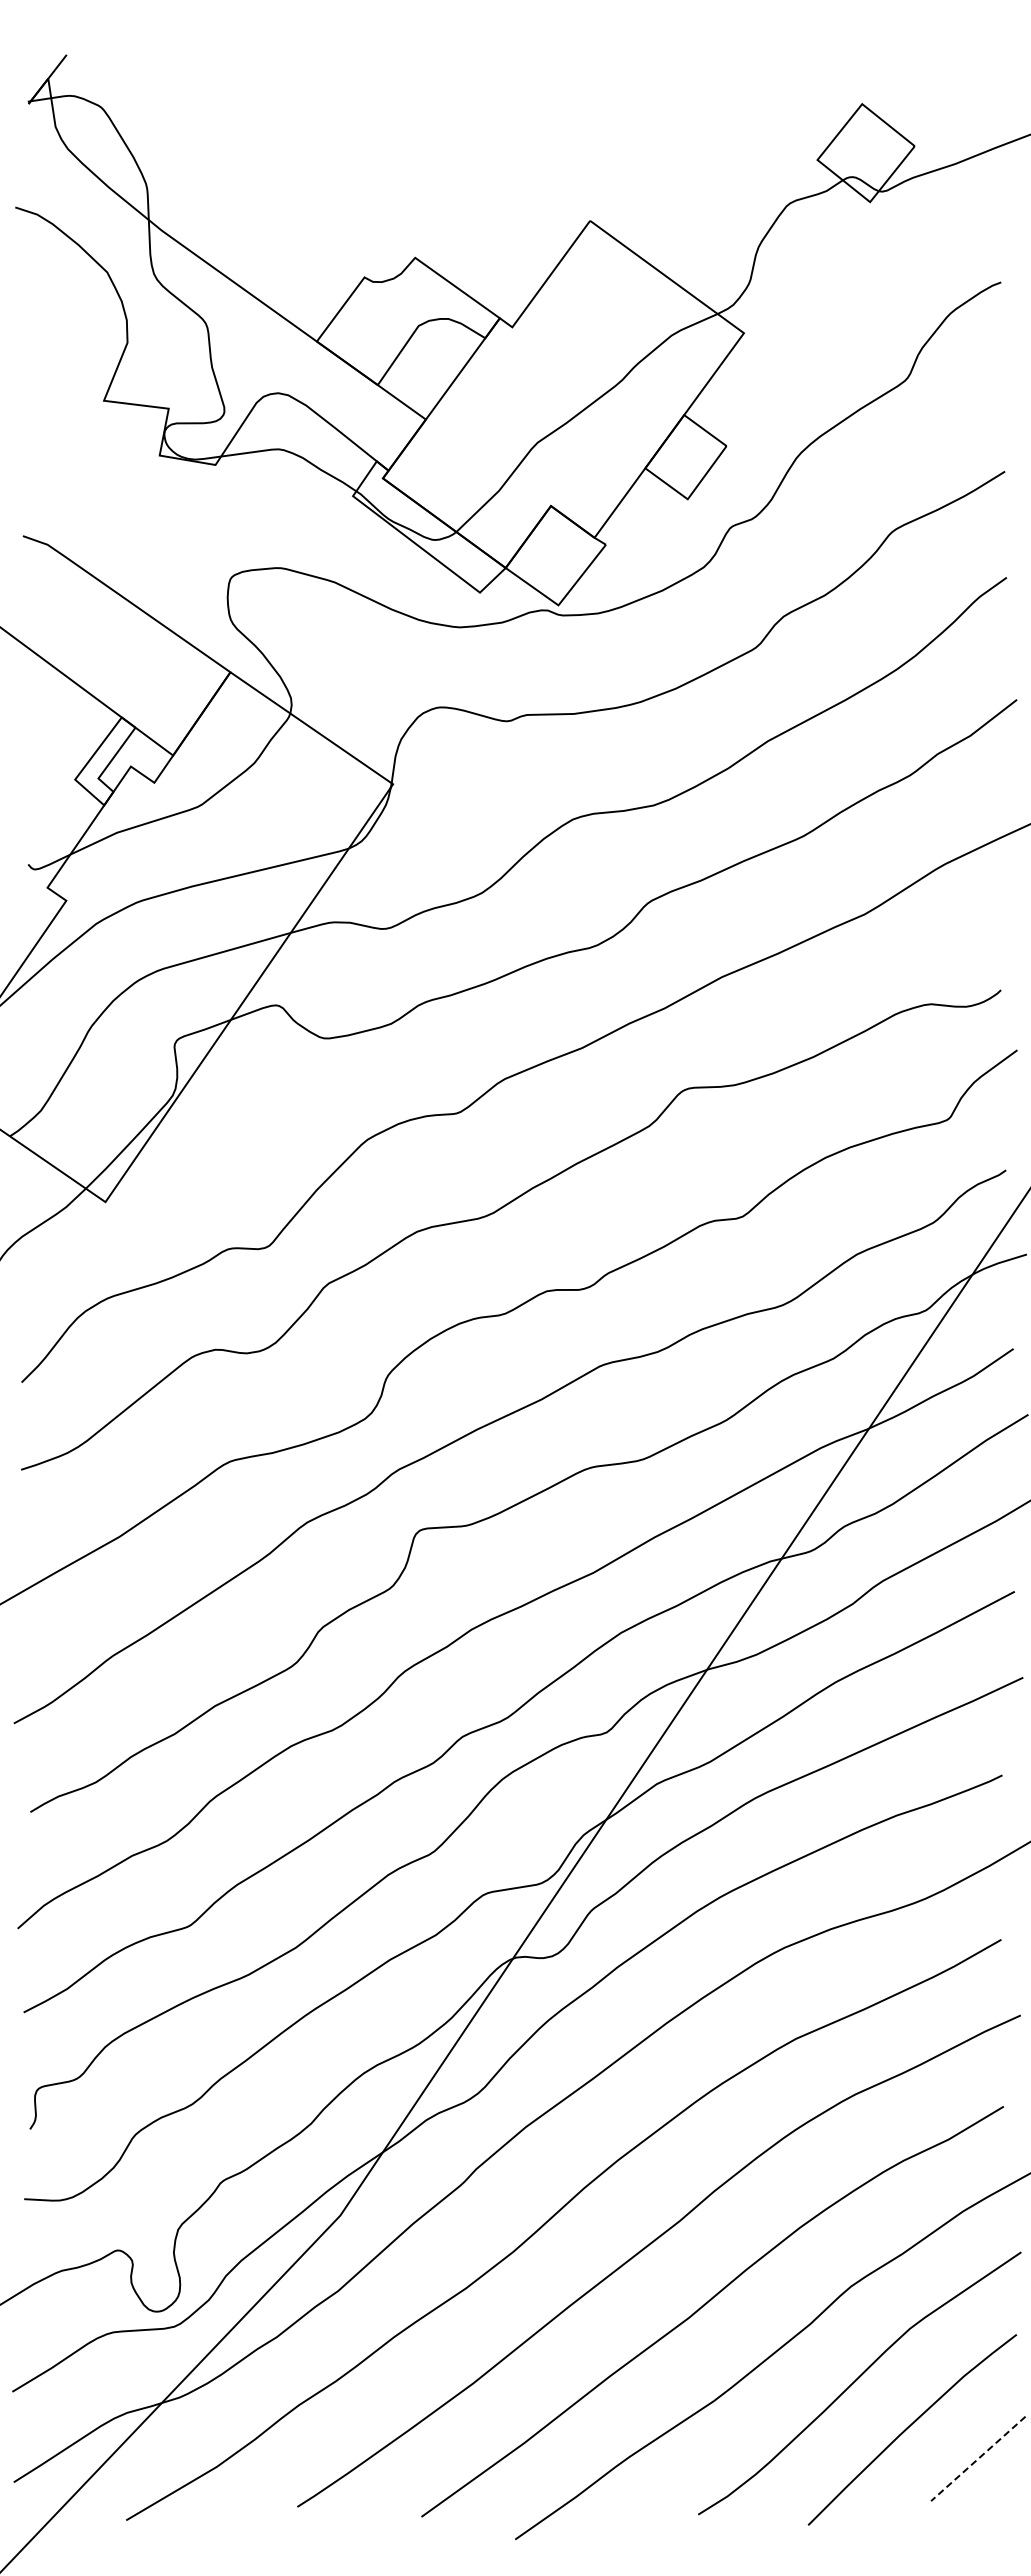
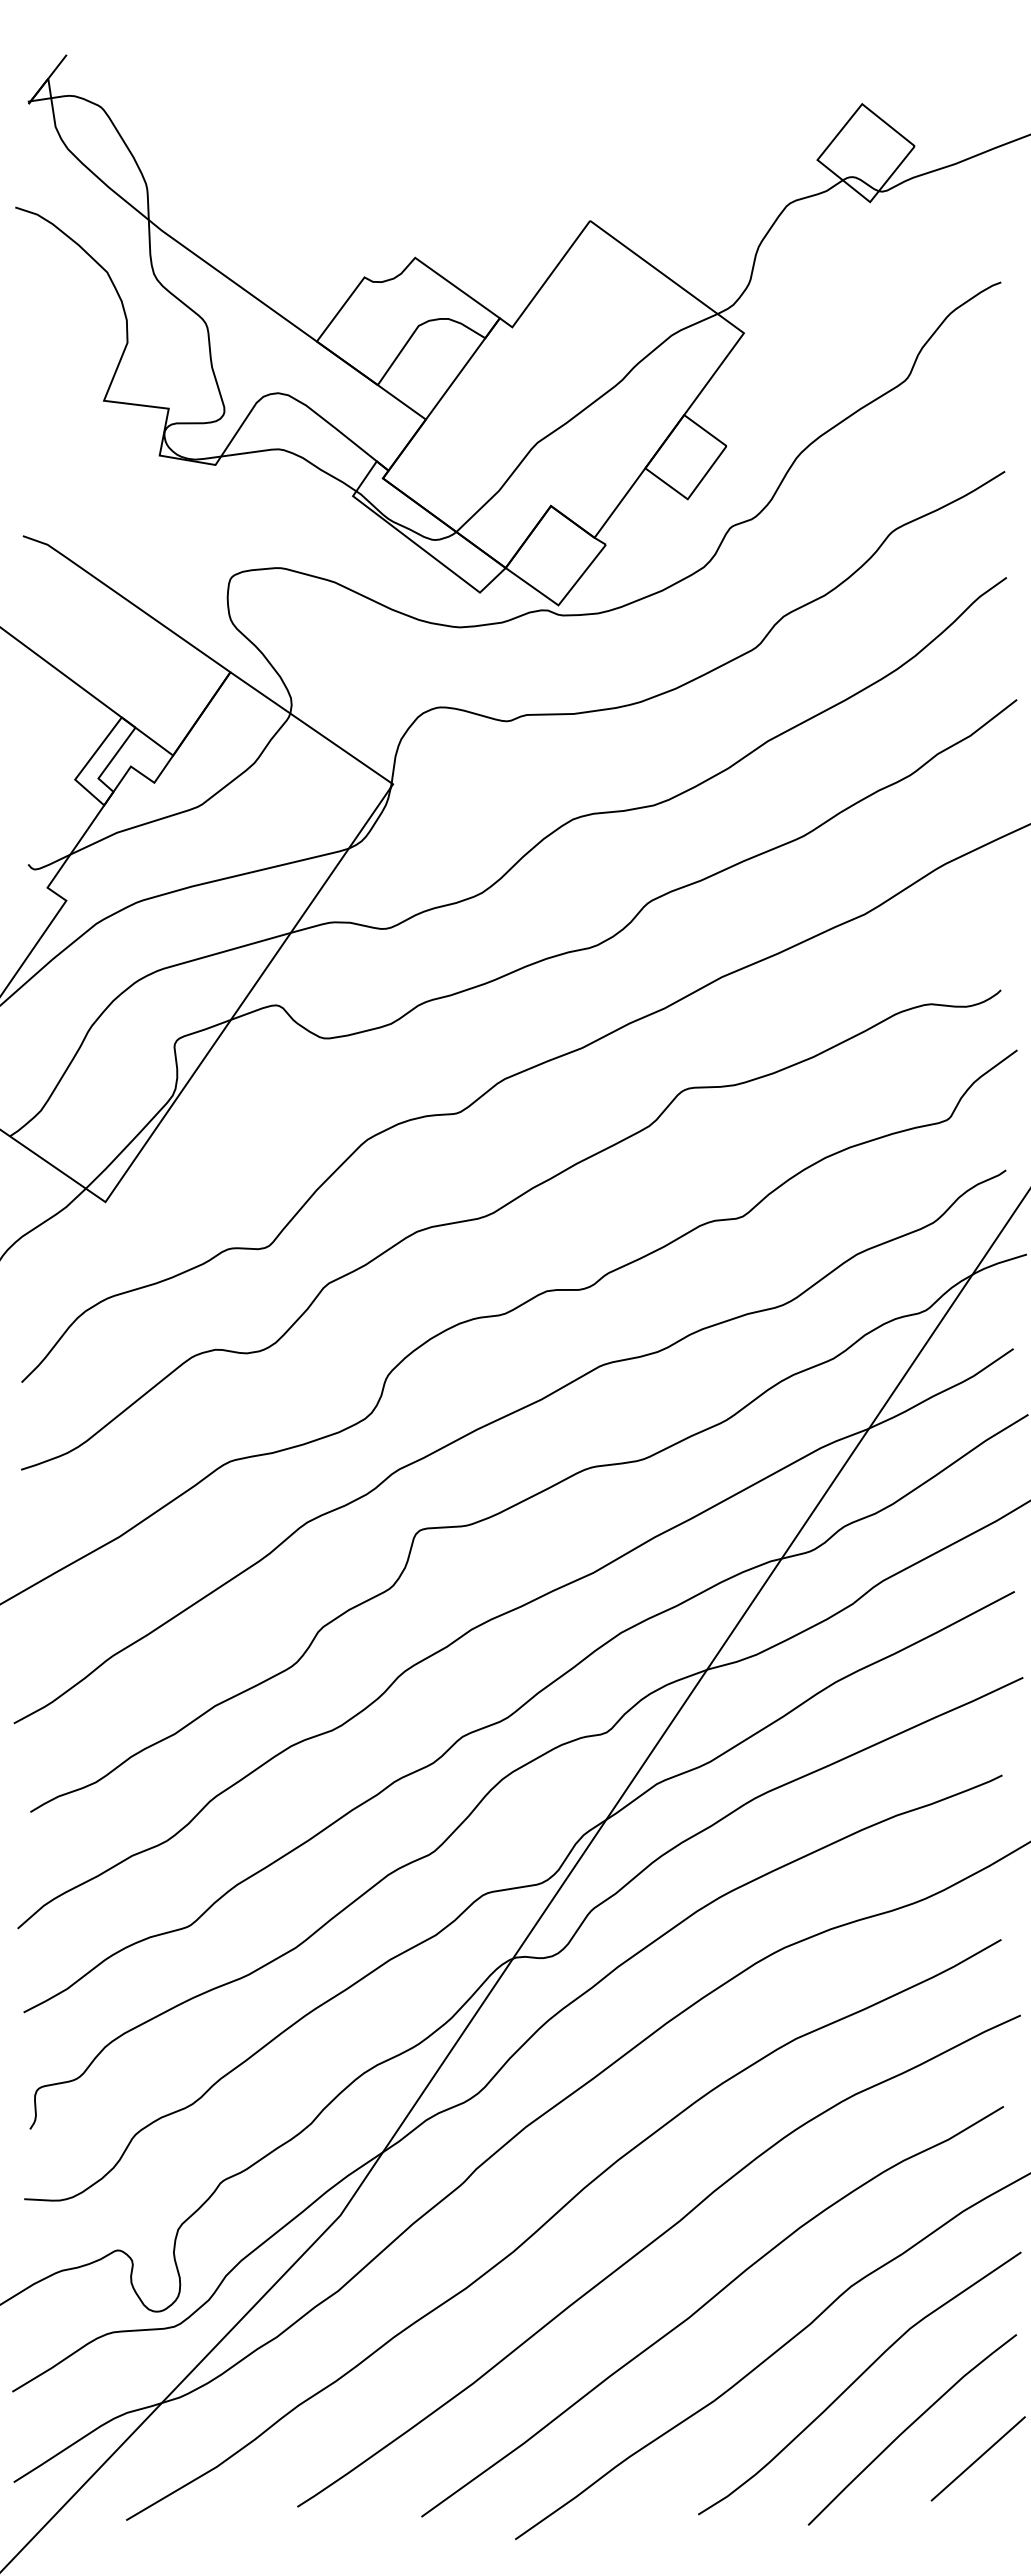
line at (977, 2459): dashed -> solid
